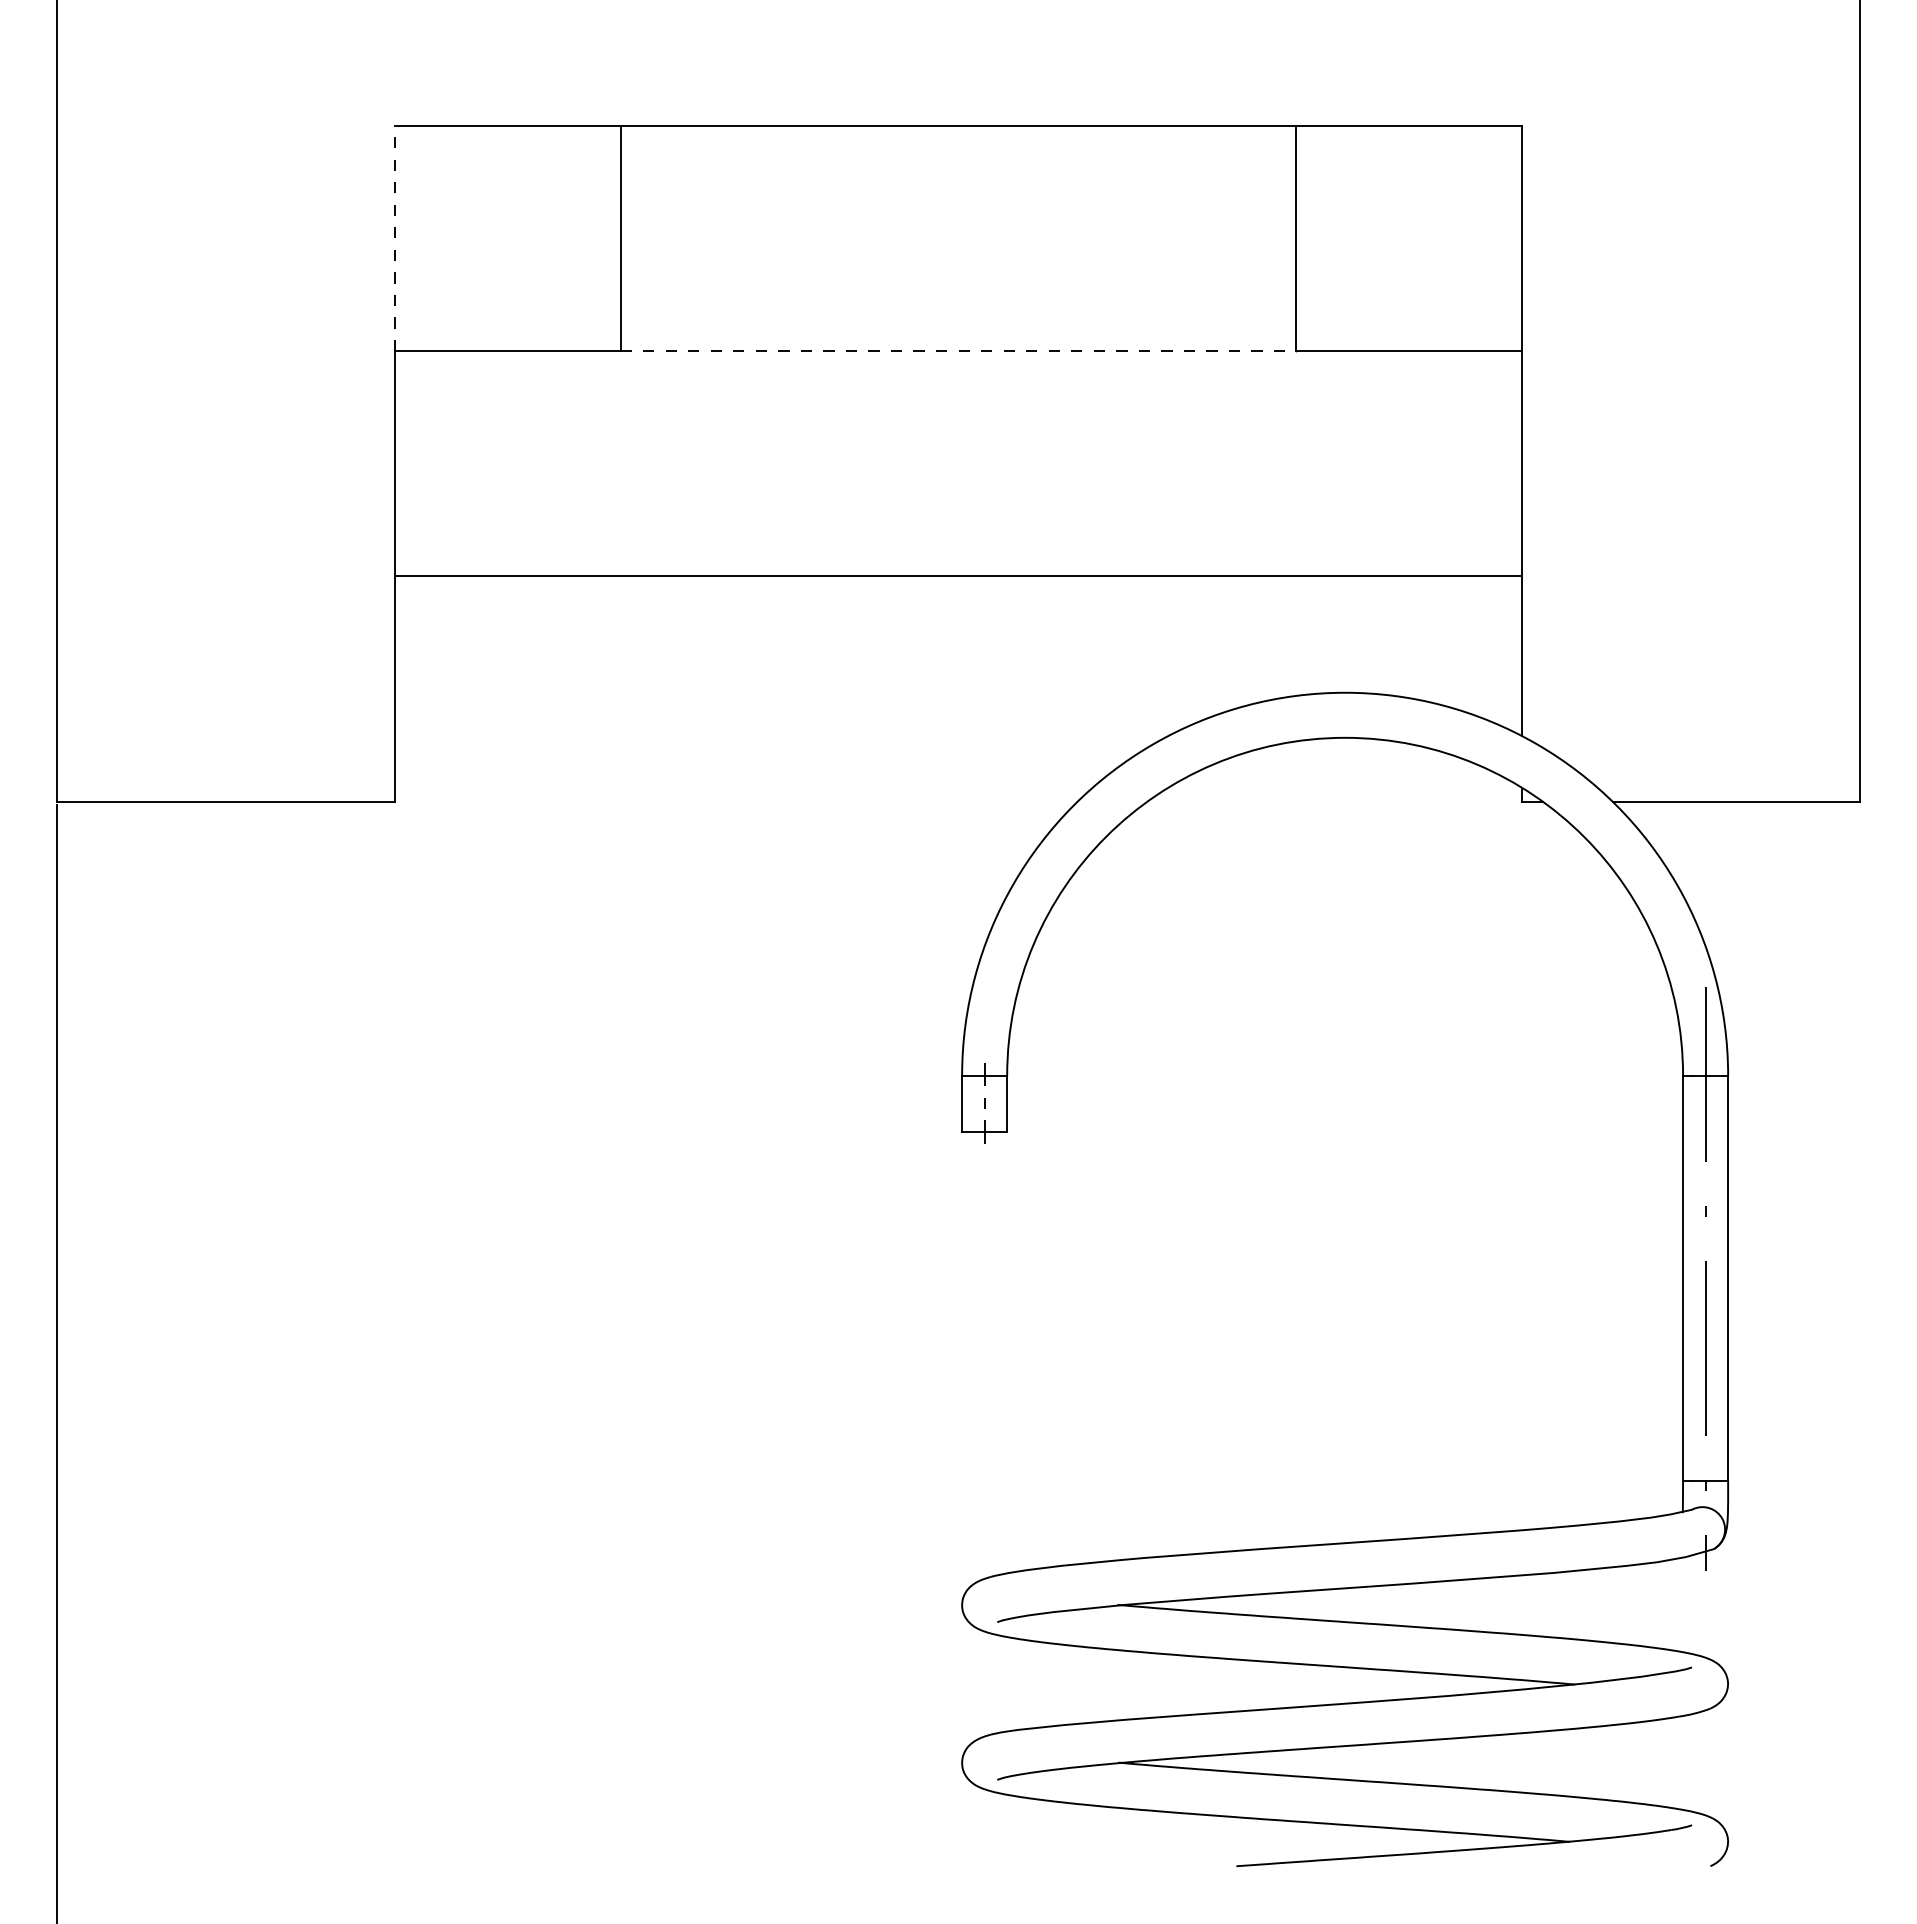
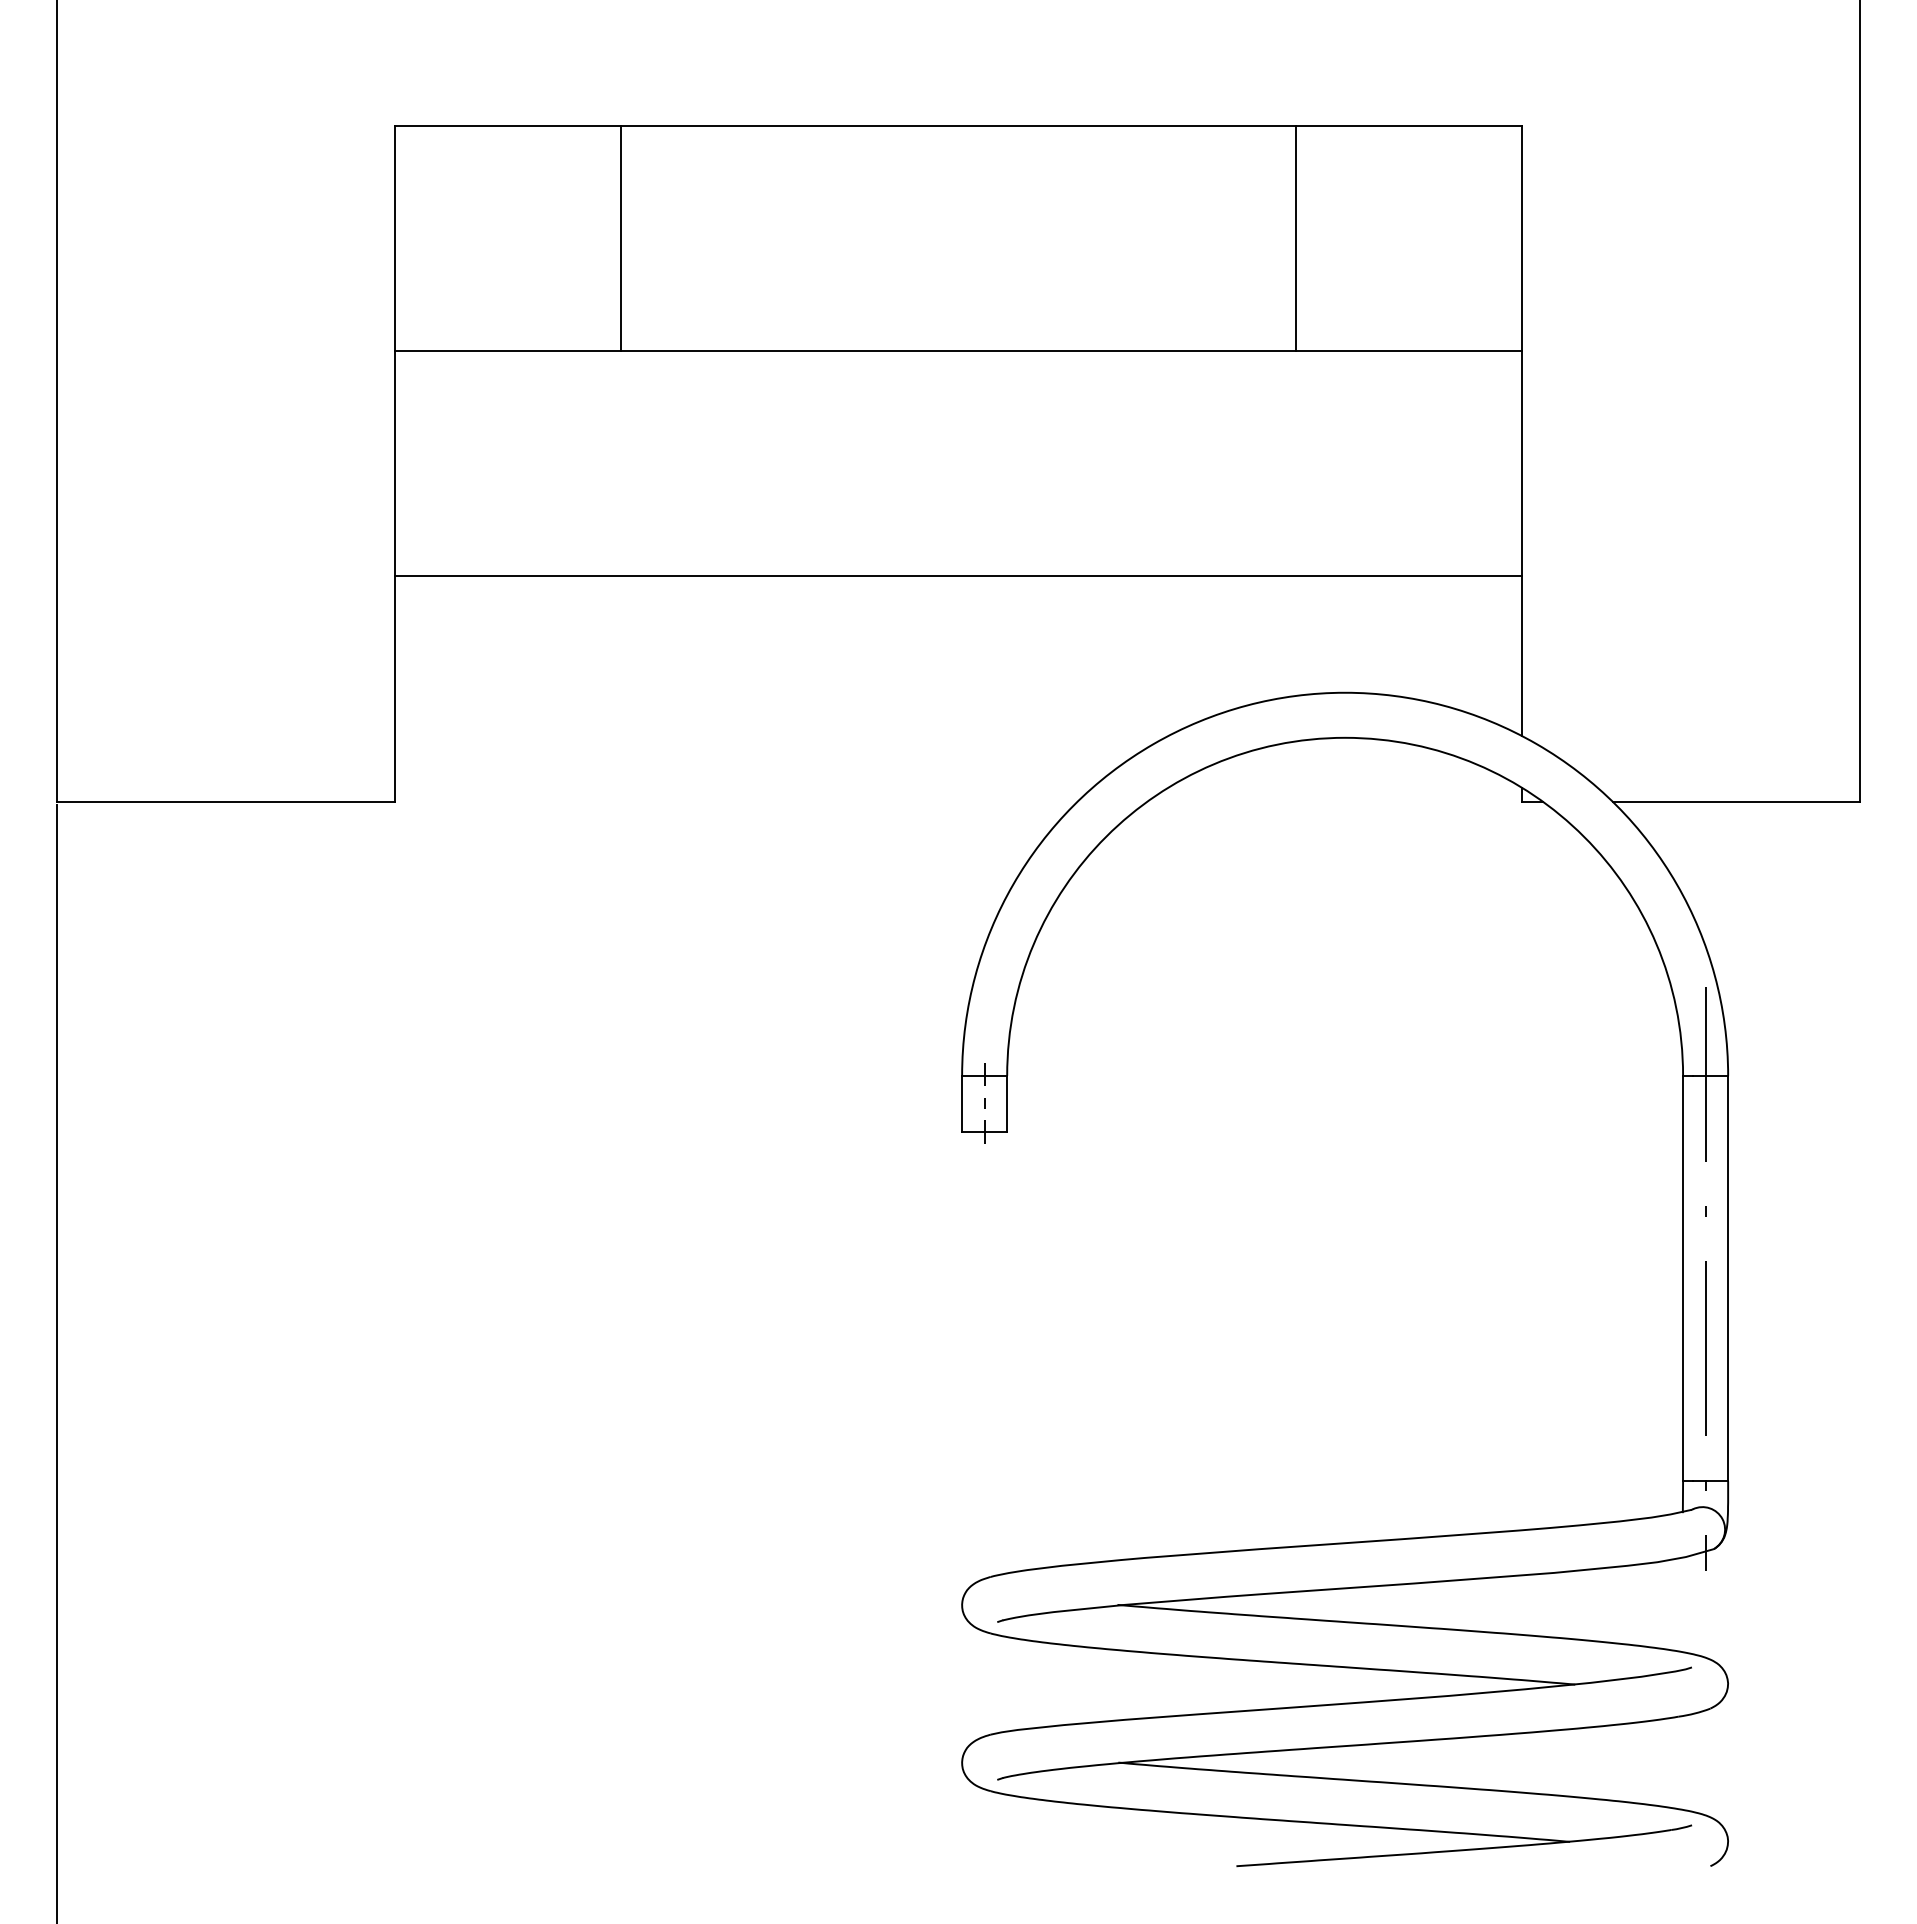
line at (395, 238): dashed -> solid
line at (958, 351): dashed -> solid
